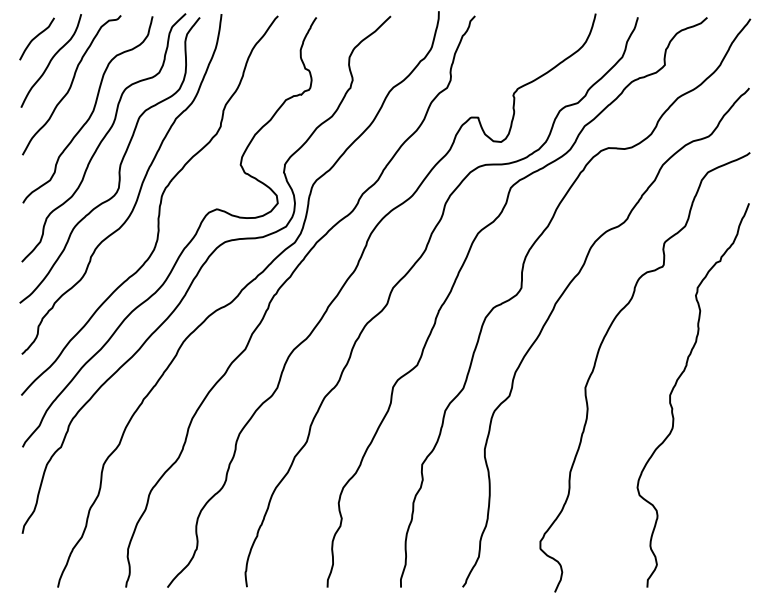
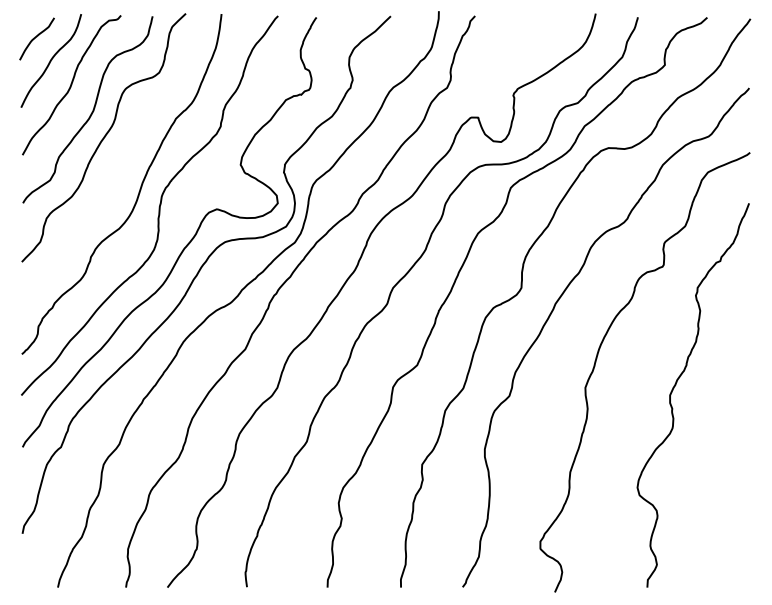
curve at (119, 164): present -> none
